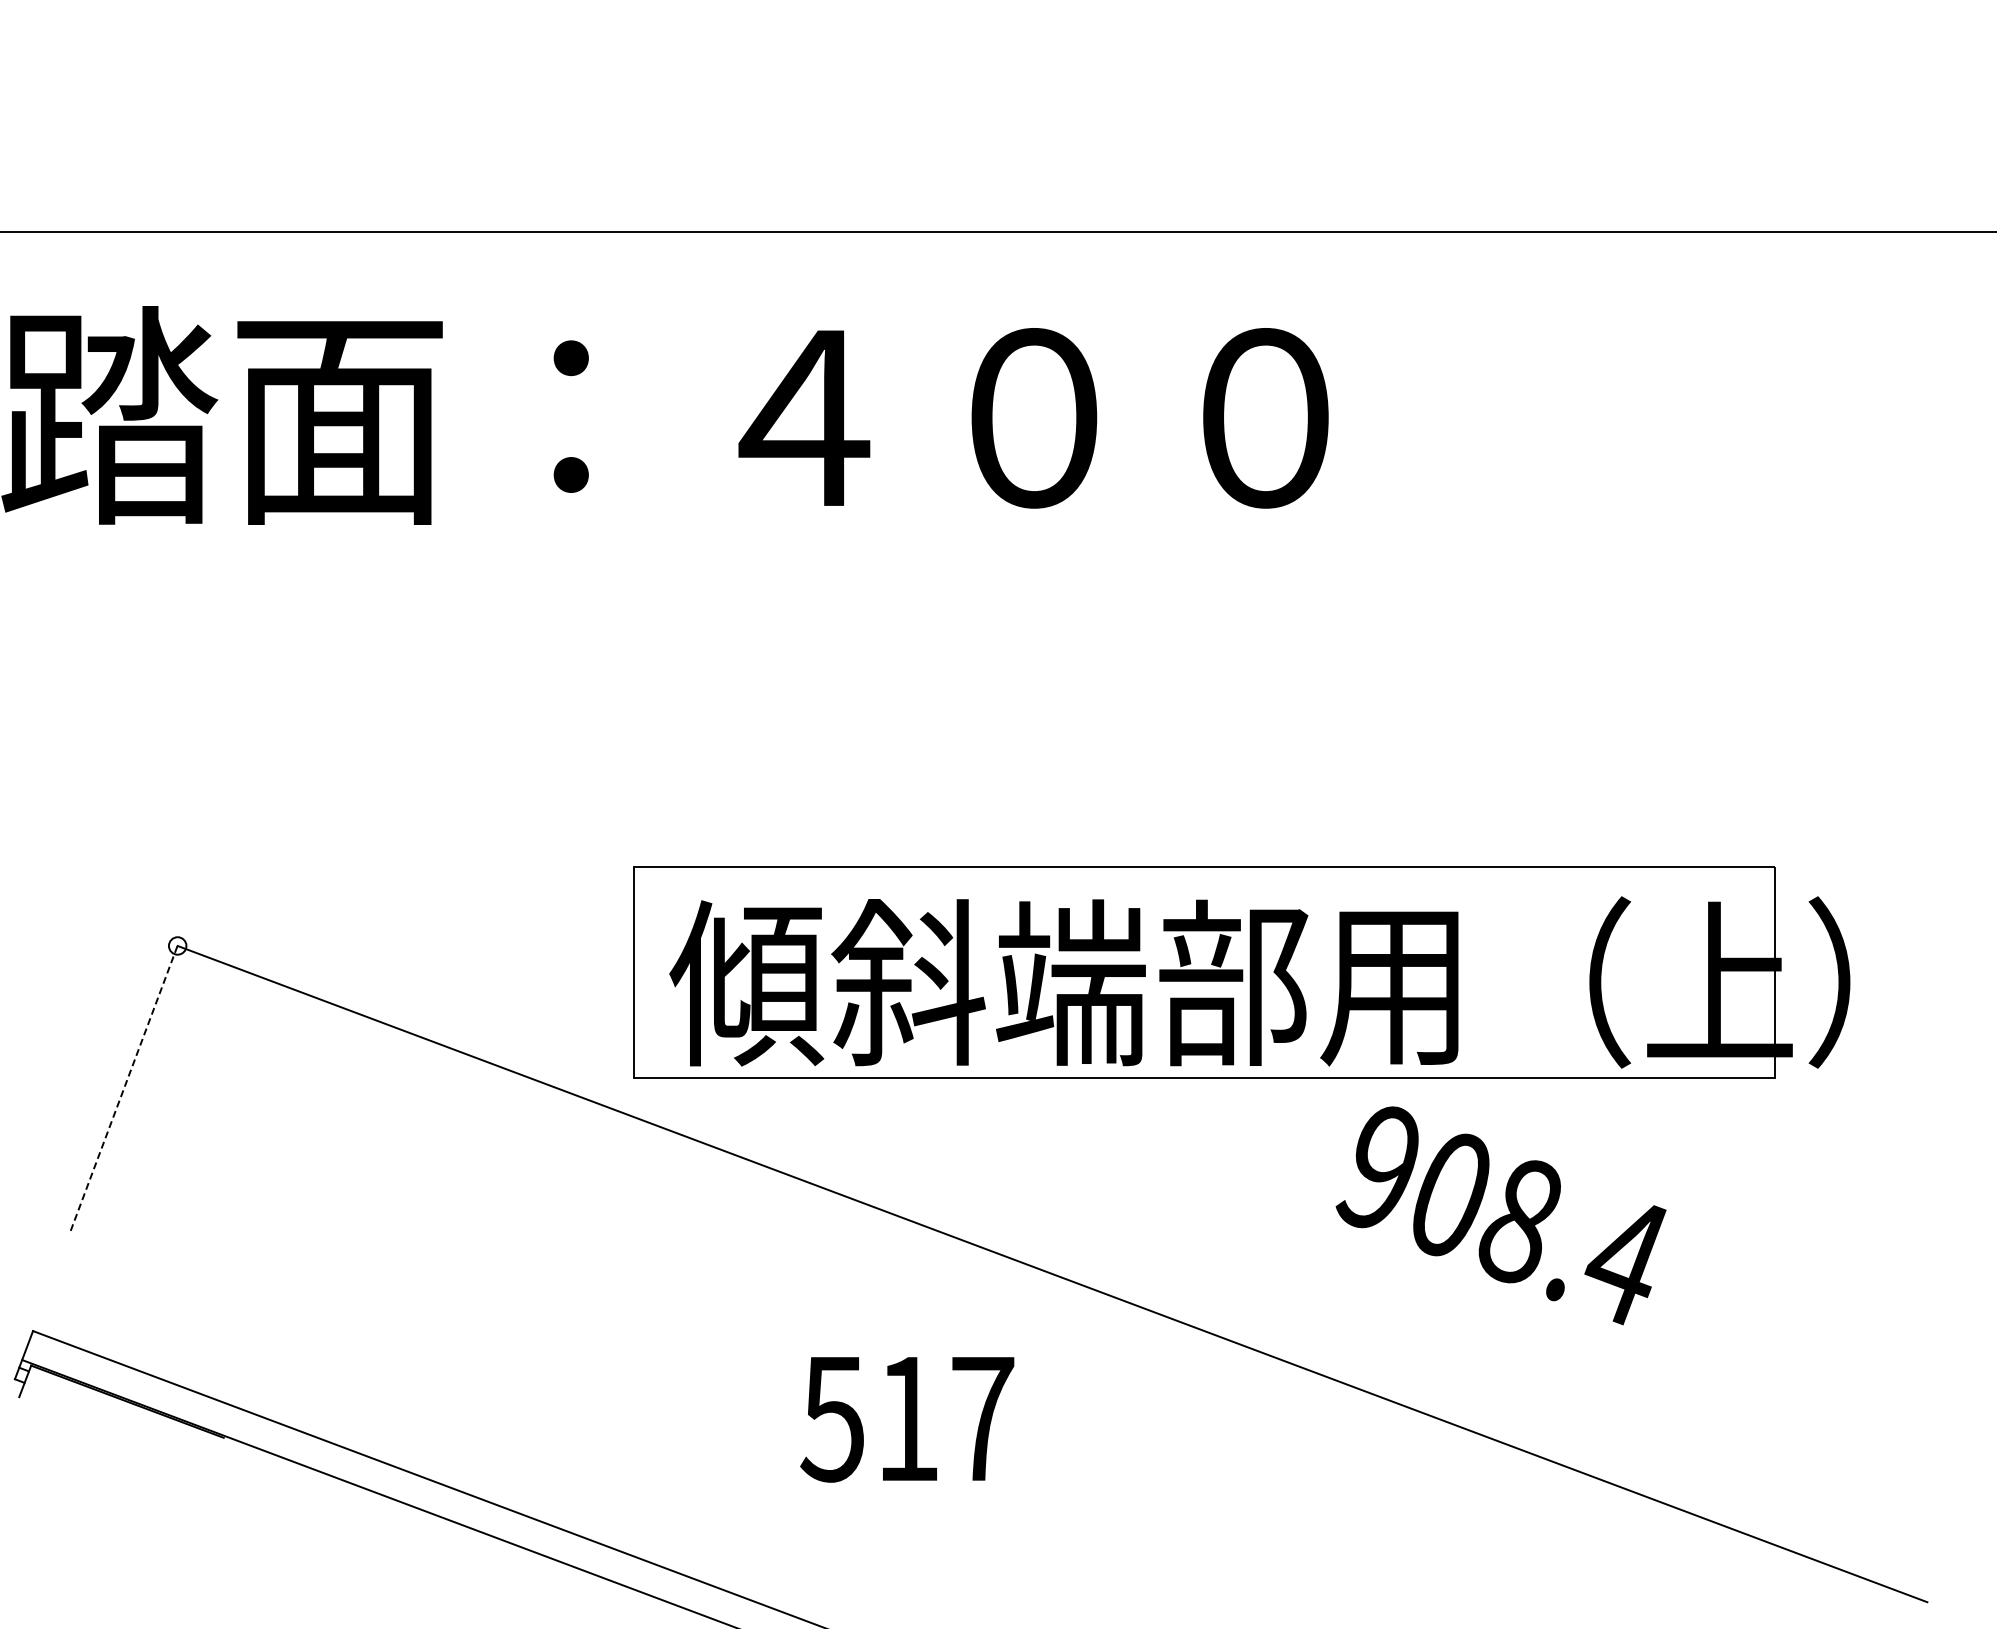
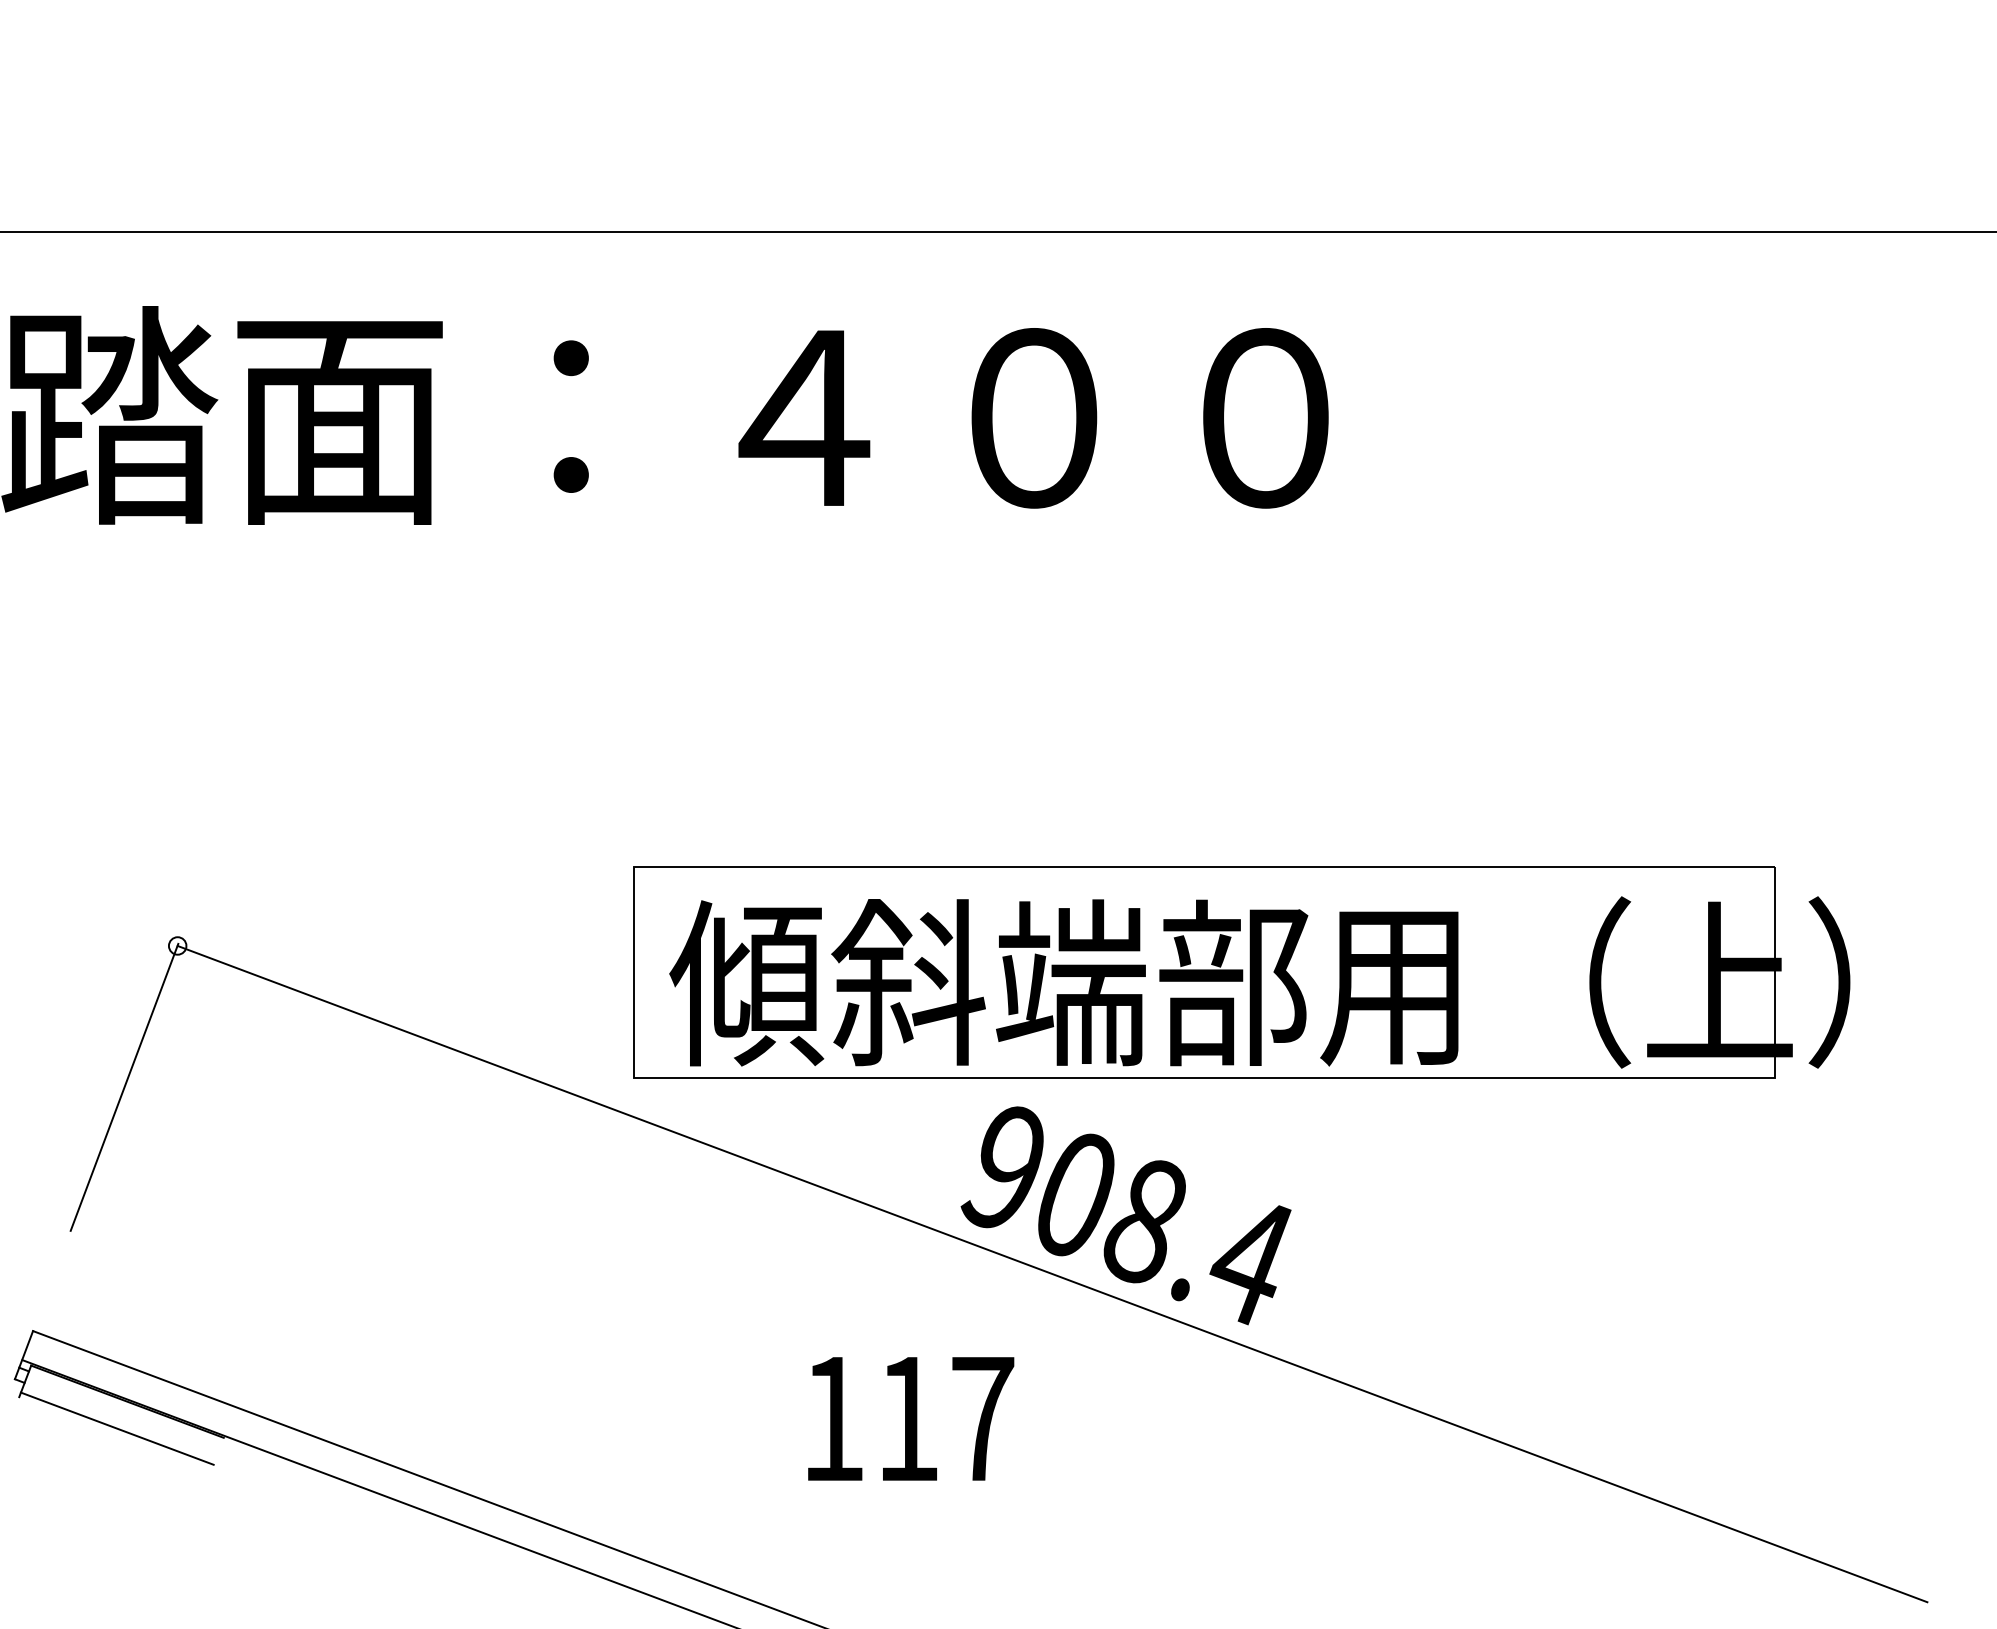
line at (124, 1086): dashed -> solid
text at (1500, 1215) position: (1500, 1215) -> (1125, 1215)
text at (831, 1419): 517 -> 117
line at (116, 1428): none -> present
